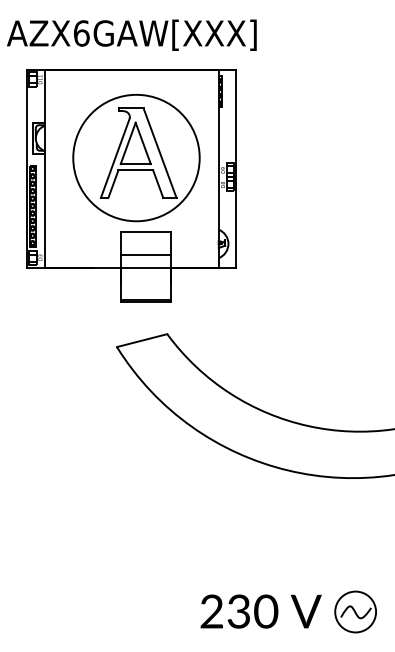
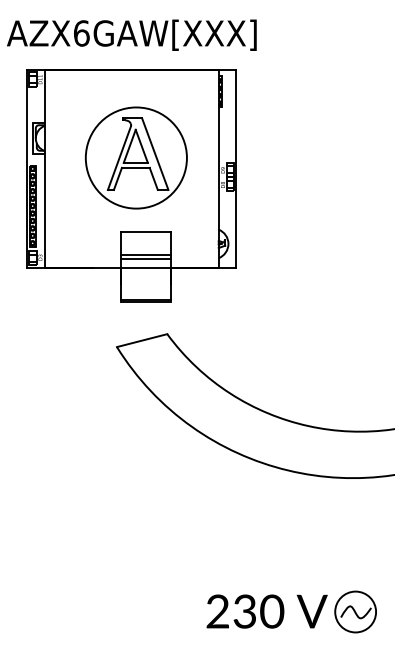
part at (136, 158) size: 129x129 px -> 104x104 px
line at (145, 258): none -> present
text at (260, 611) position: (260, 611) -> (266, 611)
